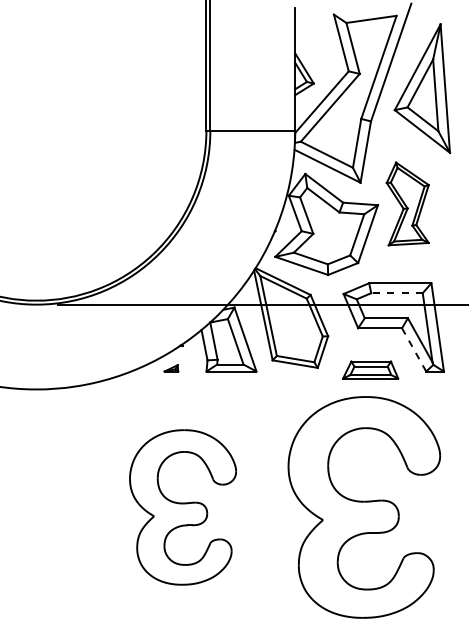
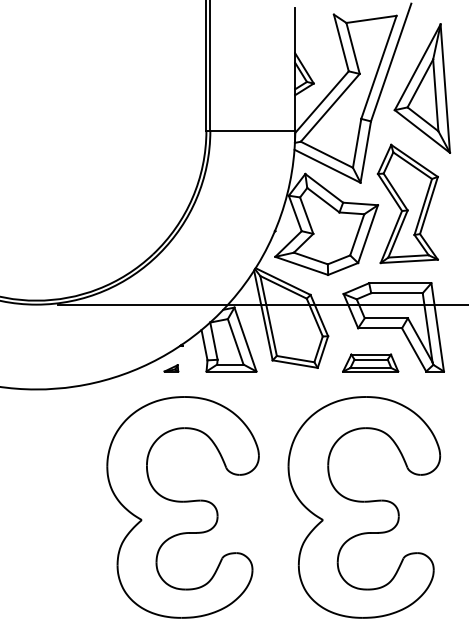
part at (407, 203) size: 45x86 px -> 63x122 px
line at (396, 293): dashed -> solid
line at (414, 349): dashed -> solid
part at (370, 369) position: (370, 369) -> (370, 362)
part at (182, 507) size: 108x157 px -> 154x223 px
